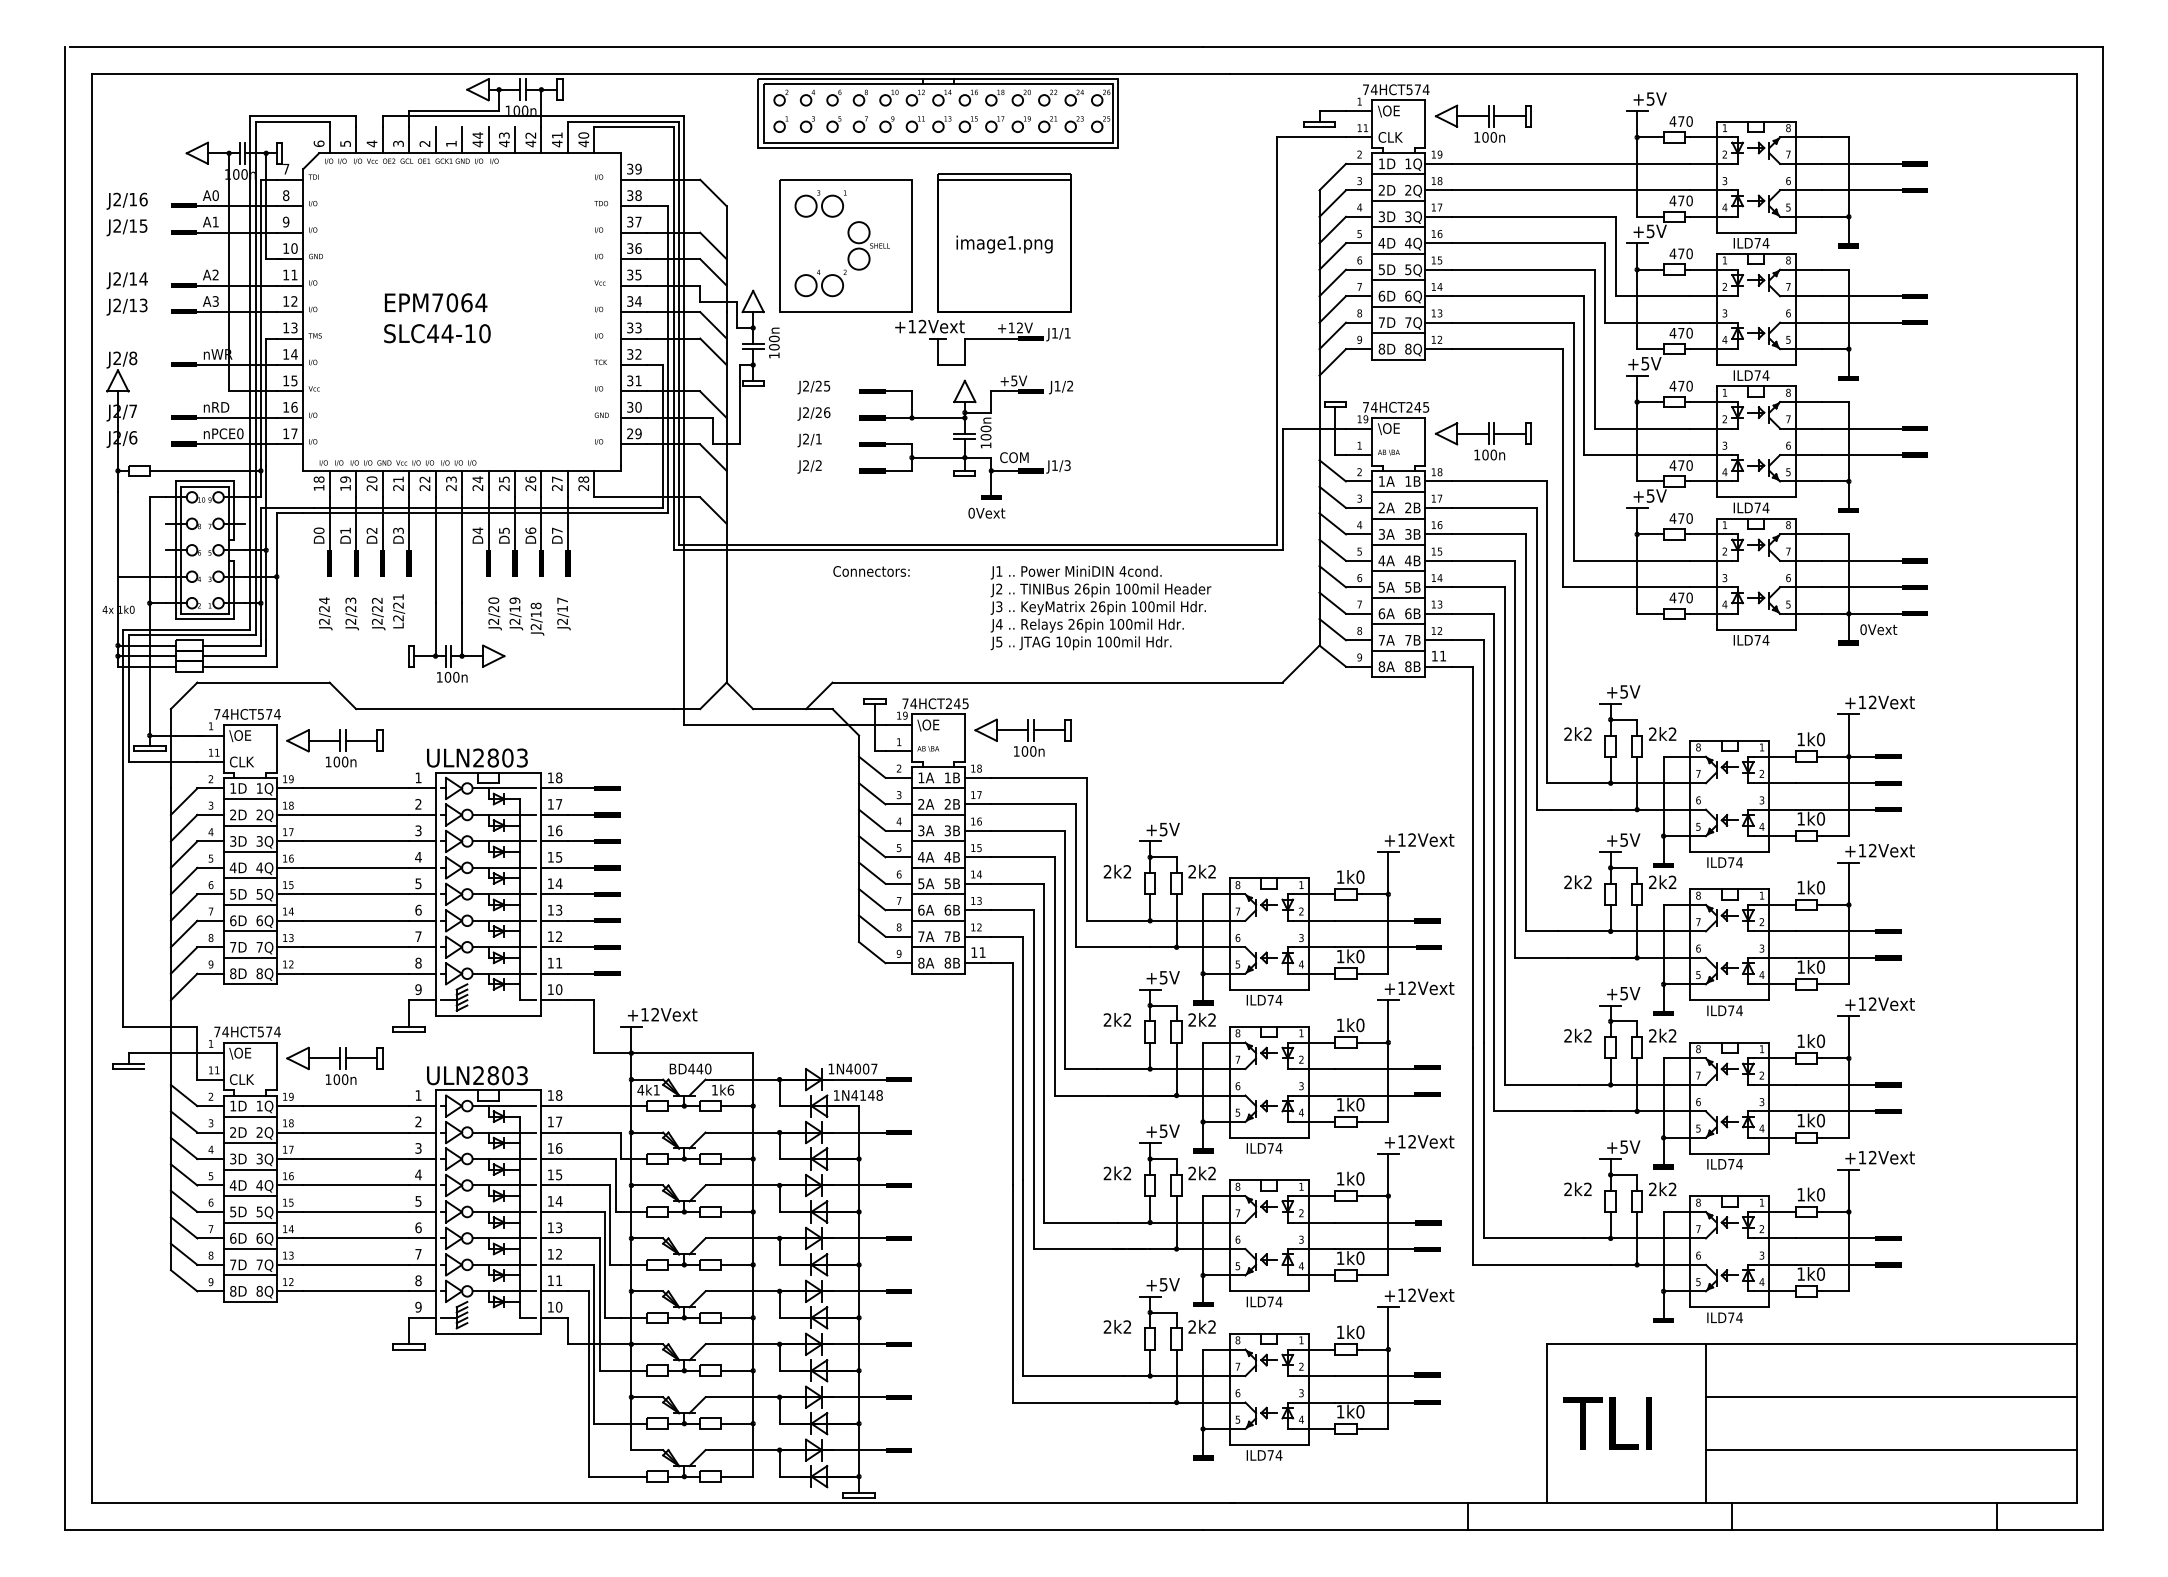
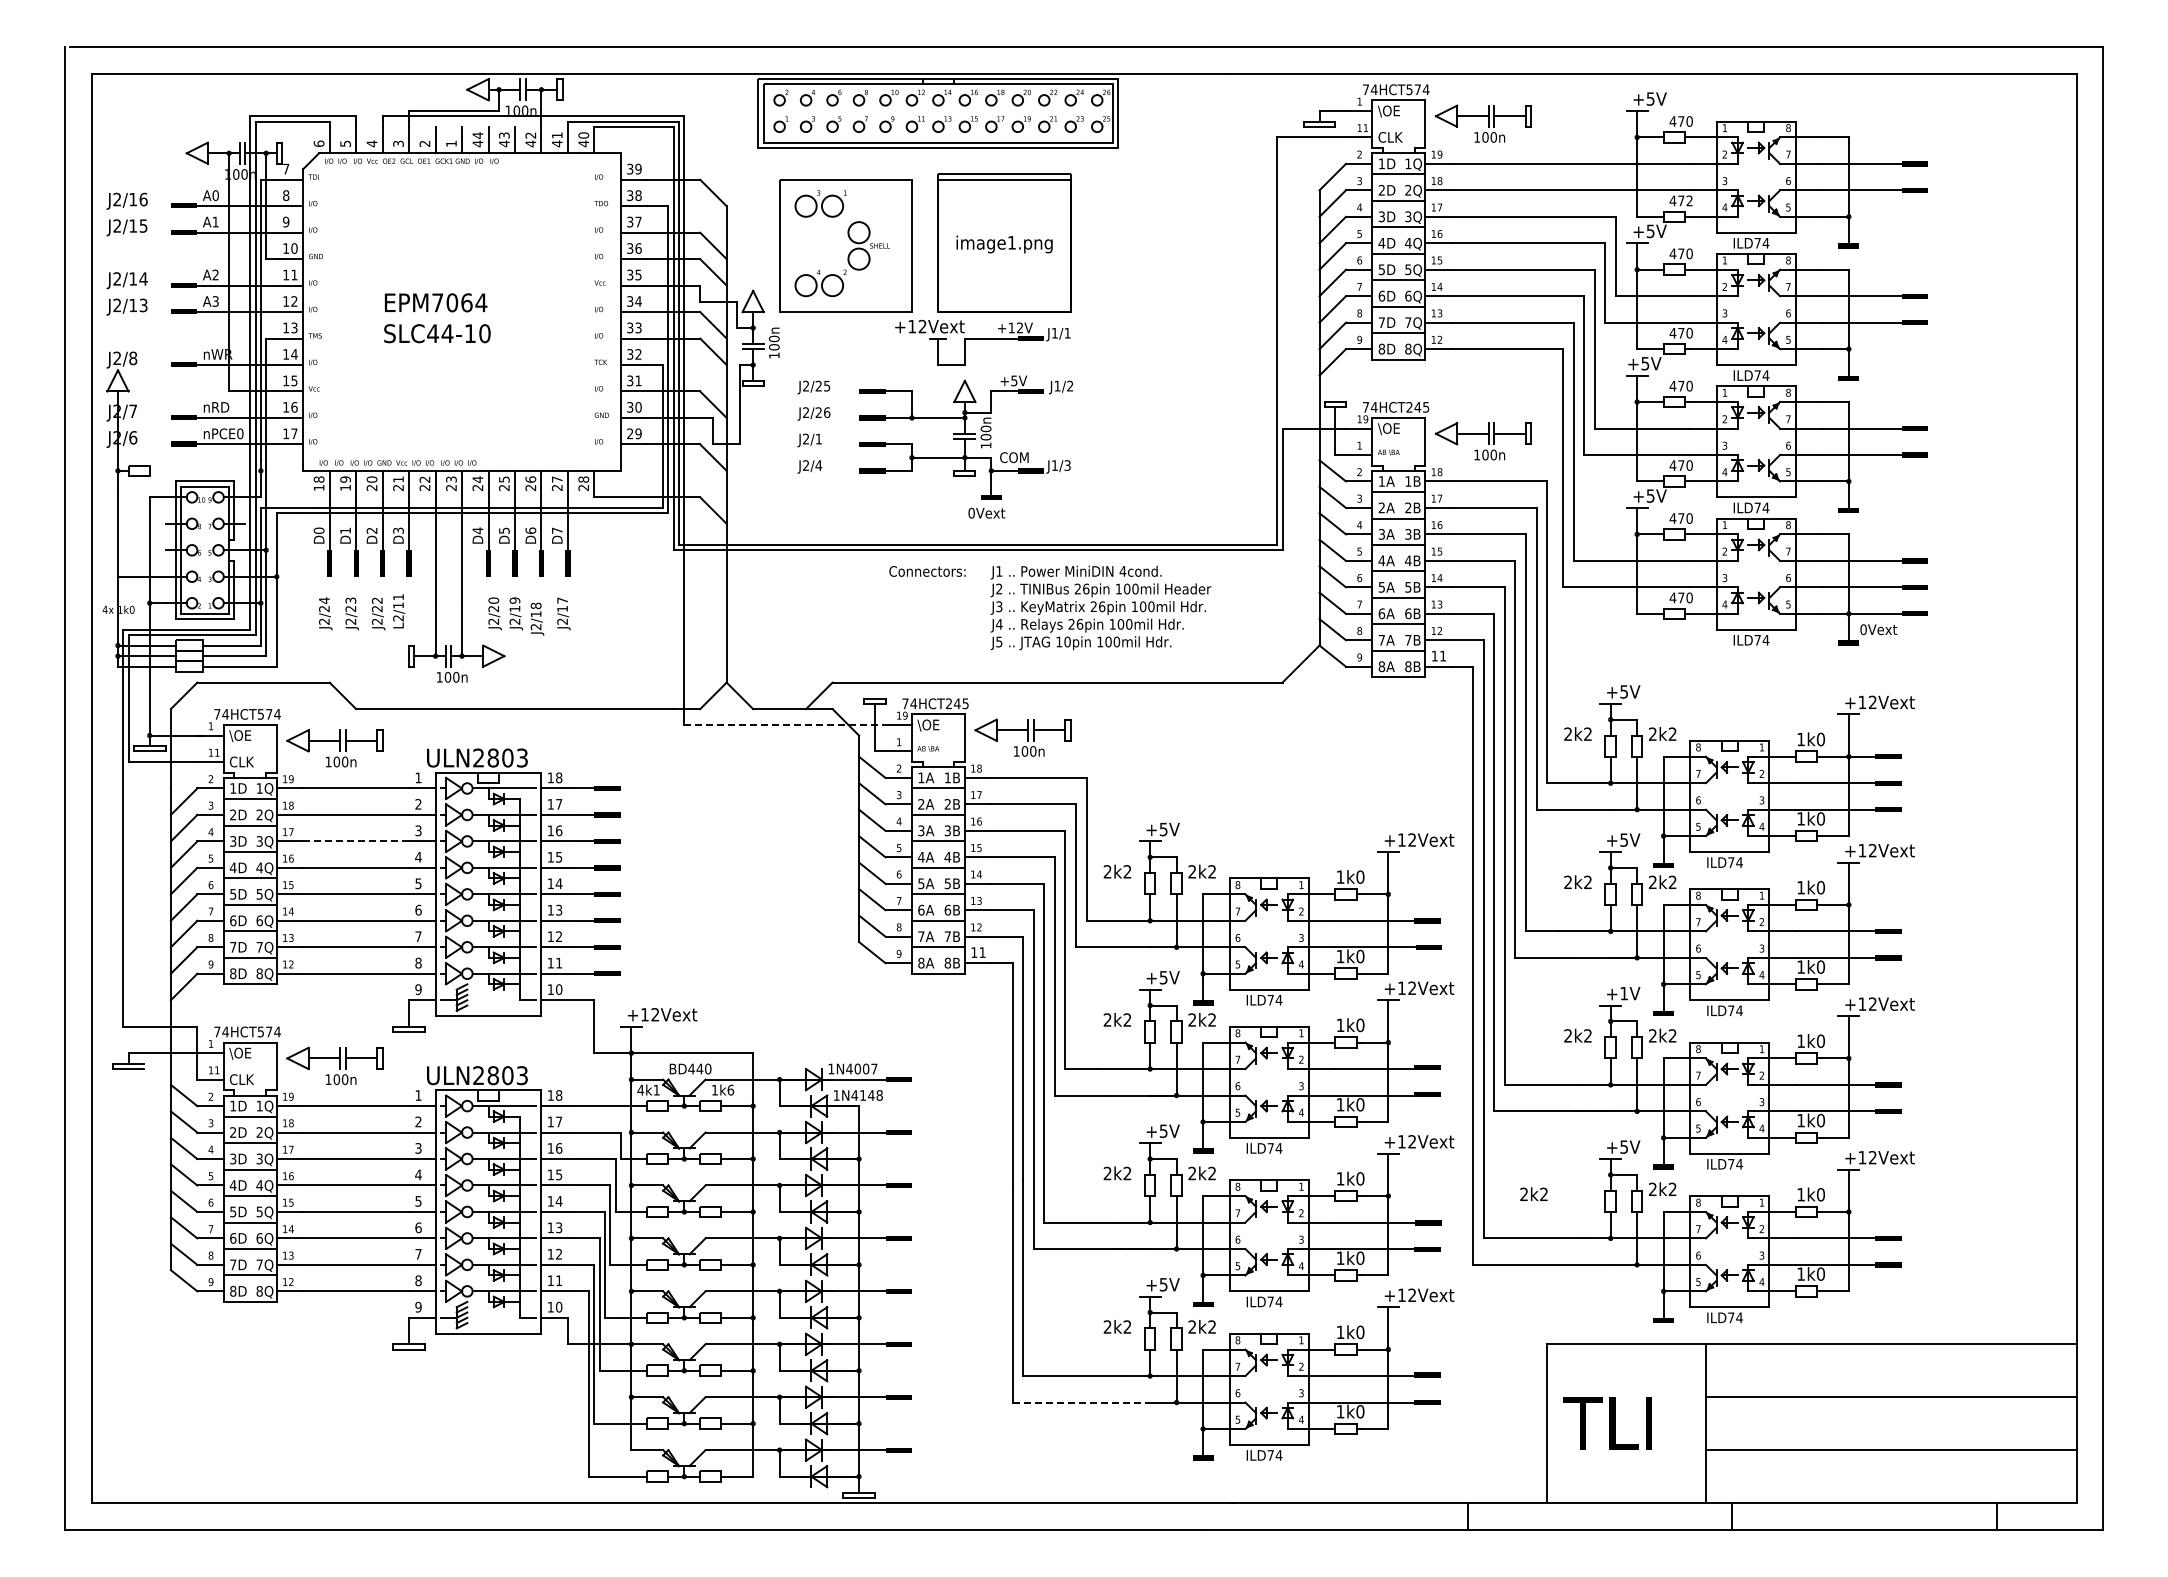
text at (1689, 200): 470 -> 472
text at (818, 465): J2/2 -> J2/4
line at (204, 470): present -> none
text at (871, 571) position: (871, 571) -> (927, 571)
text at (398, 605): L2/21 -> L2/11
line at (784, 724): solid -> dashed
line at (356, 841): solid -> dashed
text at (1623, 993): +5V -> +1V
text at (1577, 1188) position: (1577, 1188) -> (1533, 1193)
line at (1081, 1402): solid -> dashed
